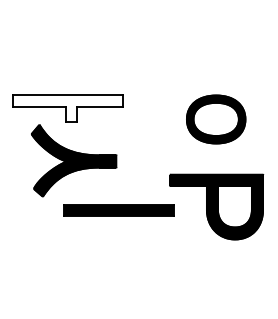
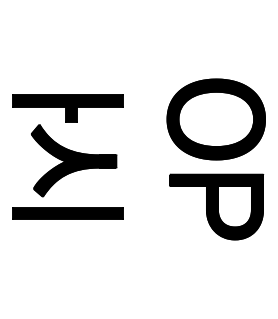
fill at (67, 108): none -> present
part at (216, 119) size: 61x51 px -> 100x83 px
part at (118, 210) position: (118, 210) -> (67, 213)
